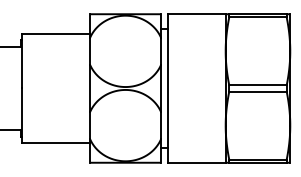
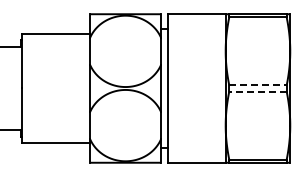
line at (257, 85): solid -> dashed
line at (257, 91): solid -> dashed
